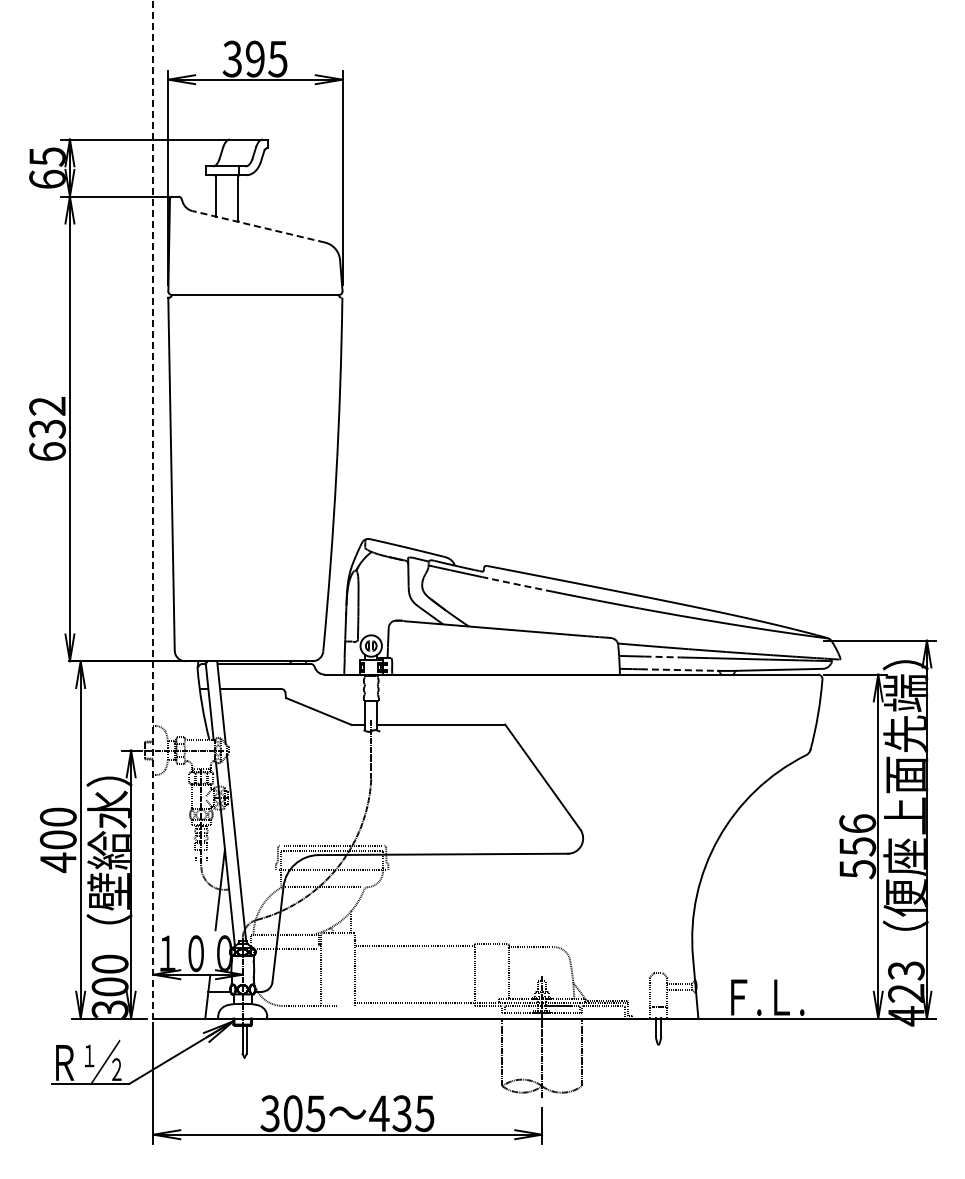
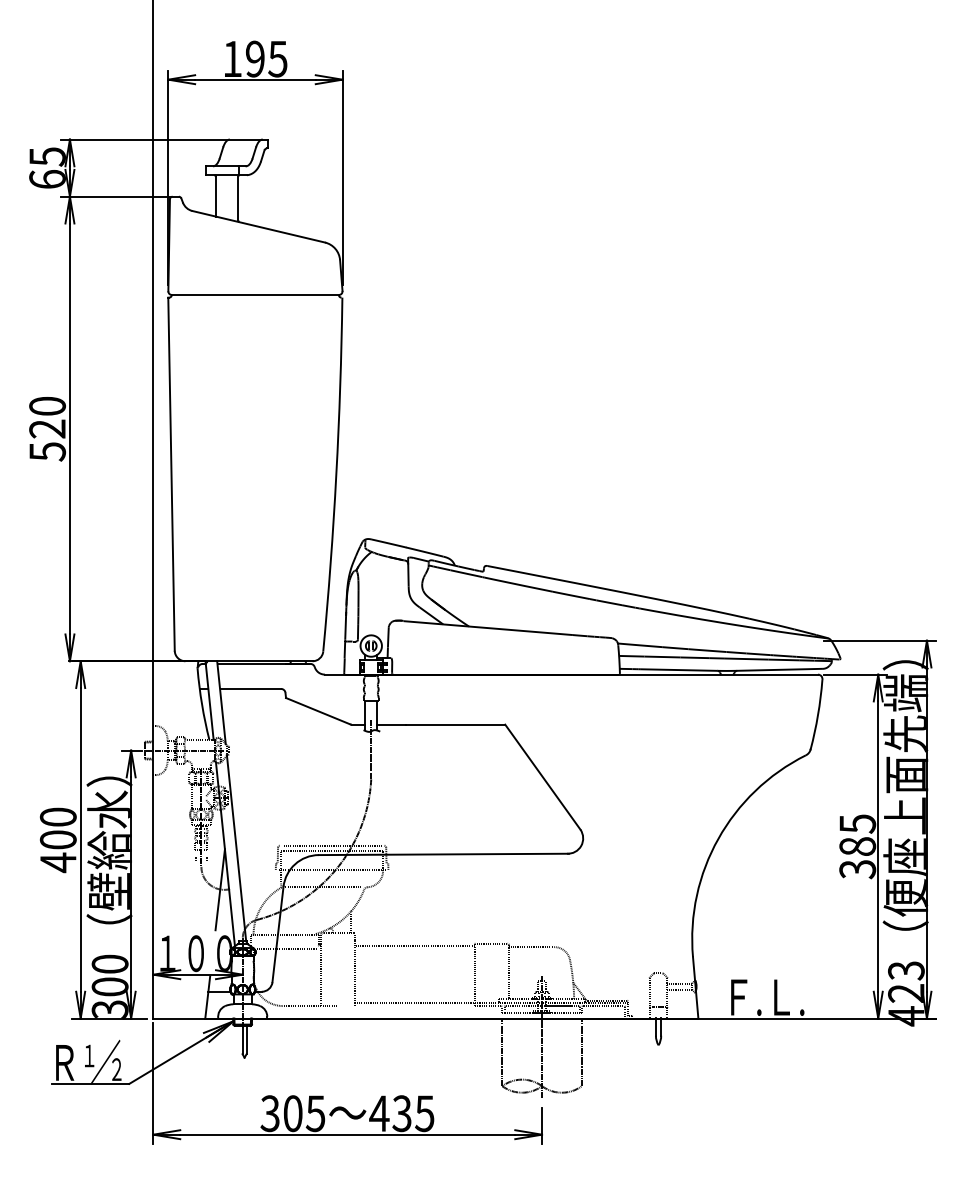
text at (231, 58): 395 -> 195
line at (258, 226): dashed -> solid
text at (47, 428): 632 -> 520
line at (153, 509): dashed -> solid
line at (518, 584): dashed -> solid
line at (663, 657): dashed -> solid
line at (679, 670): dashed -> solid
text at (857, 846): 556 -> 385
